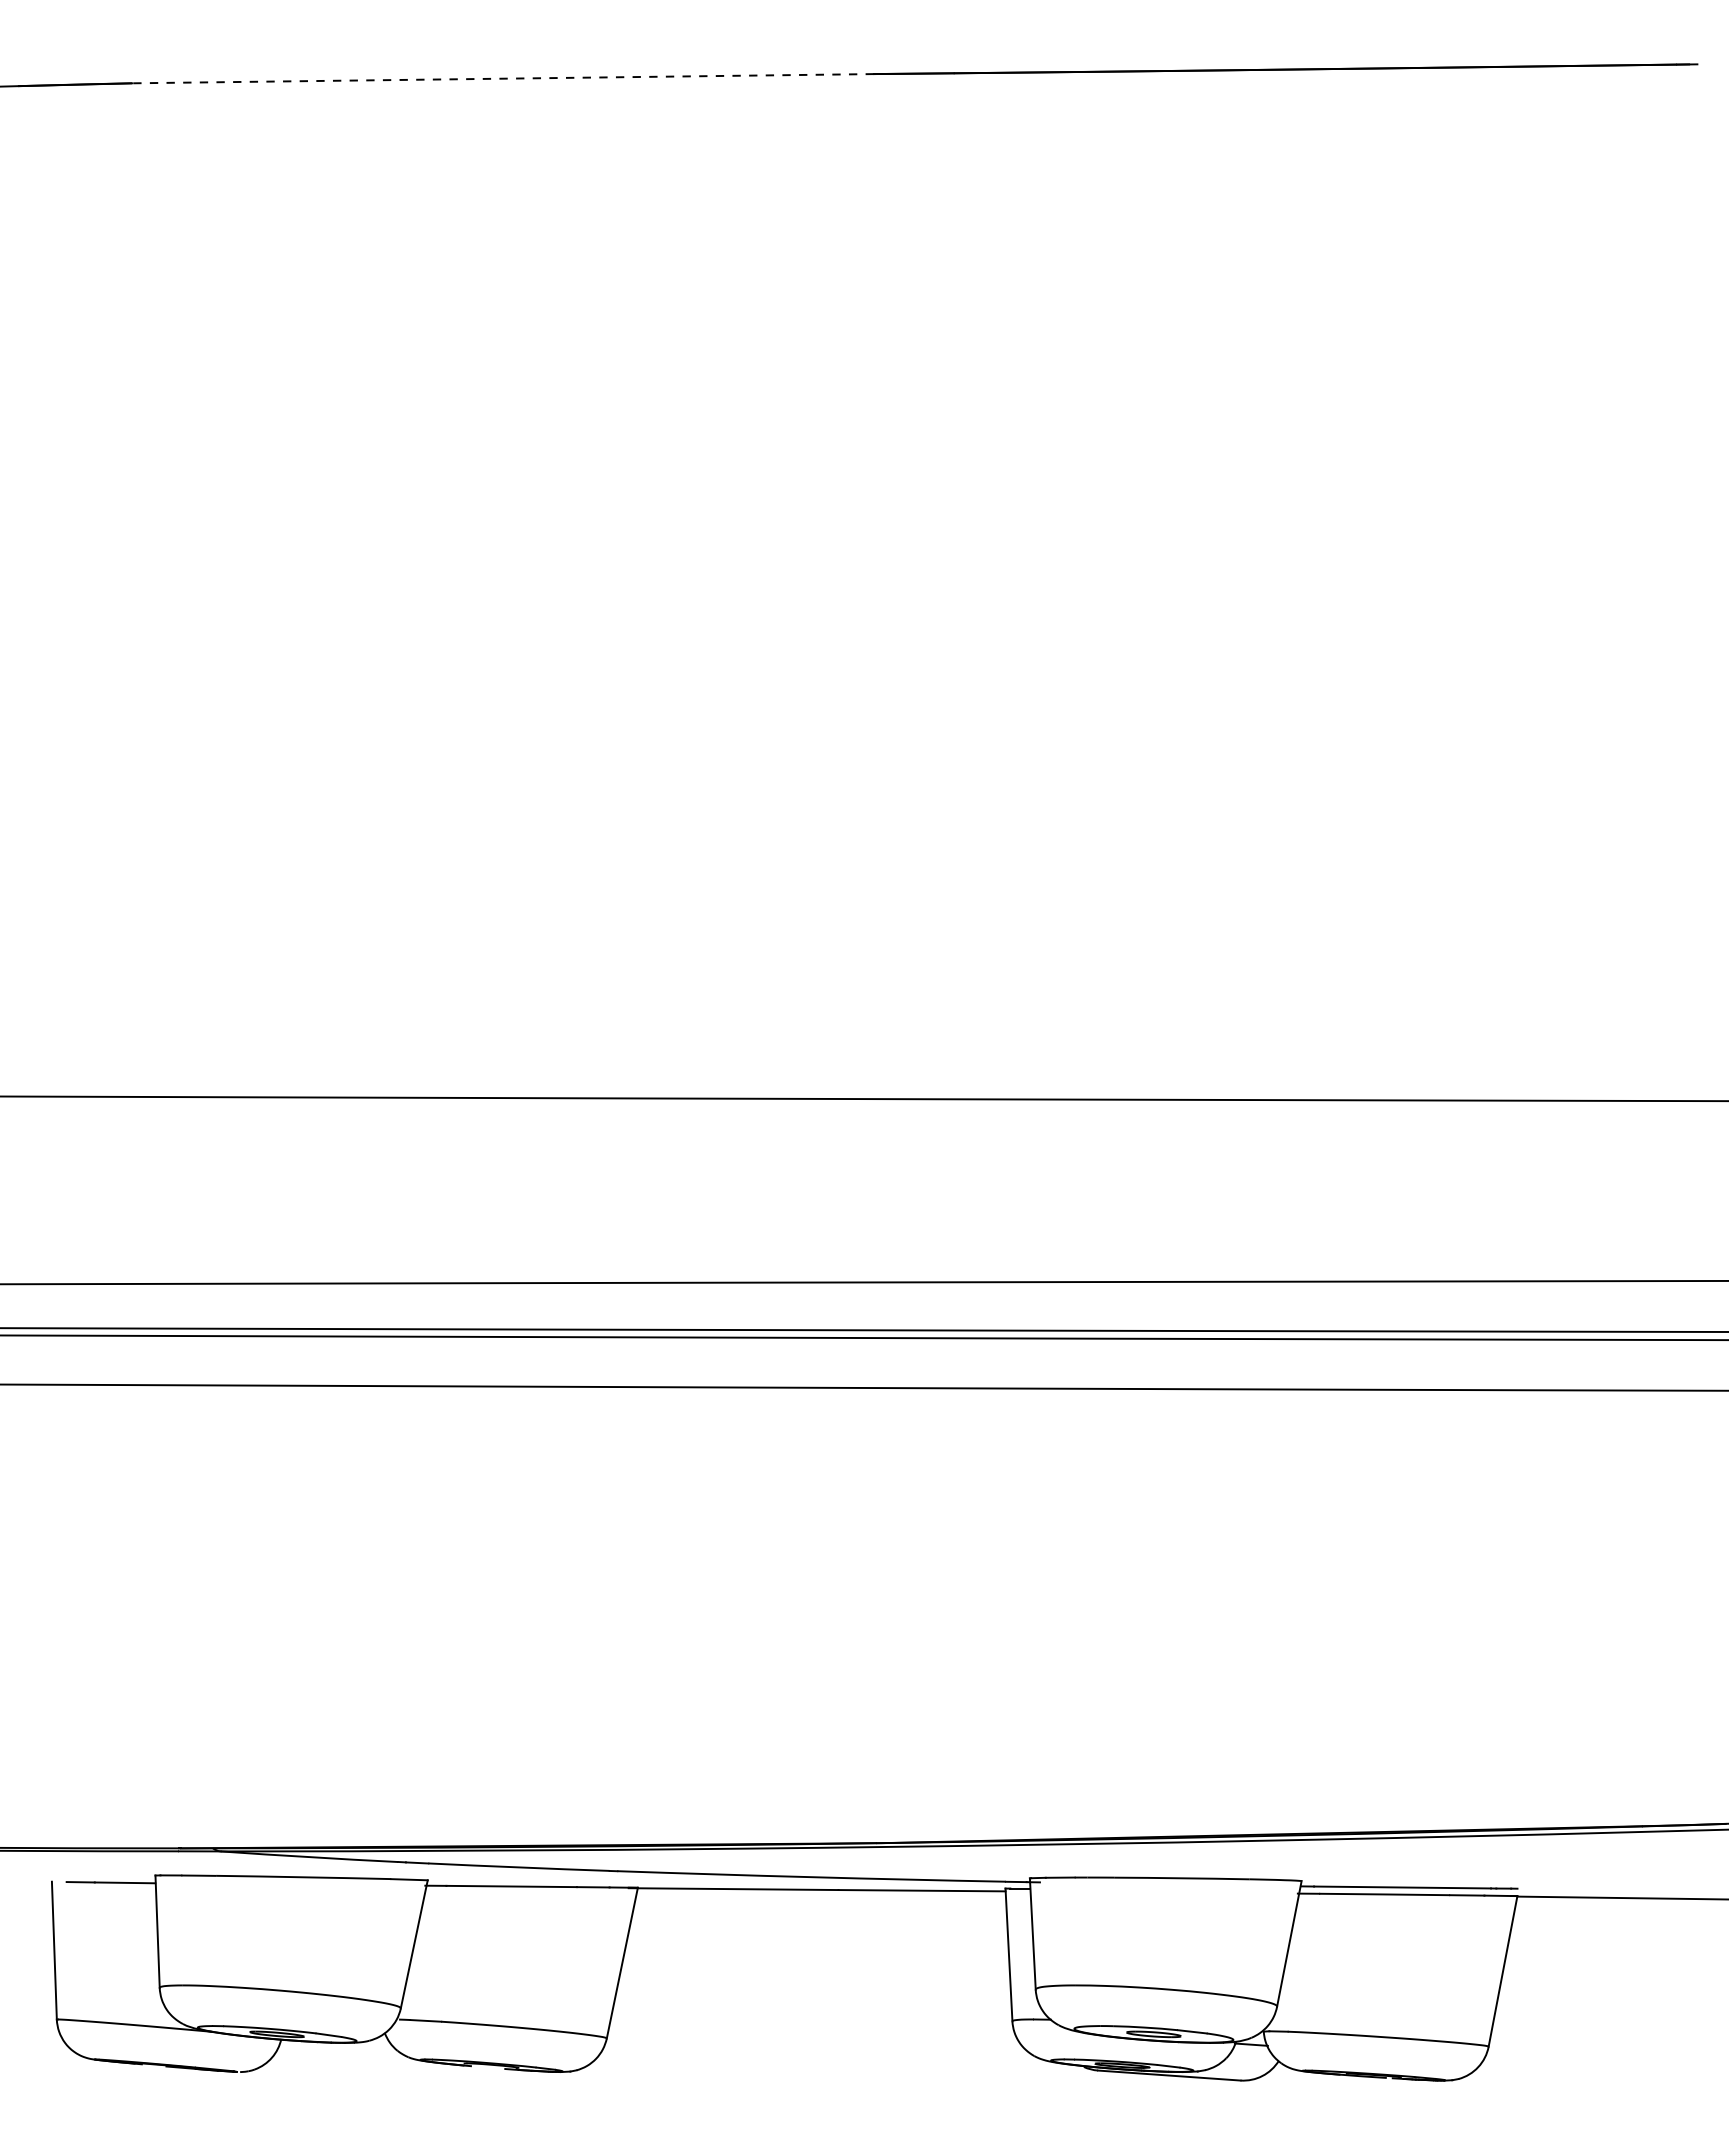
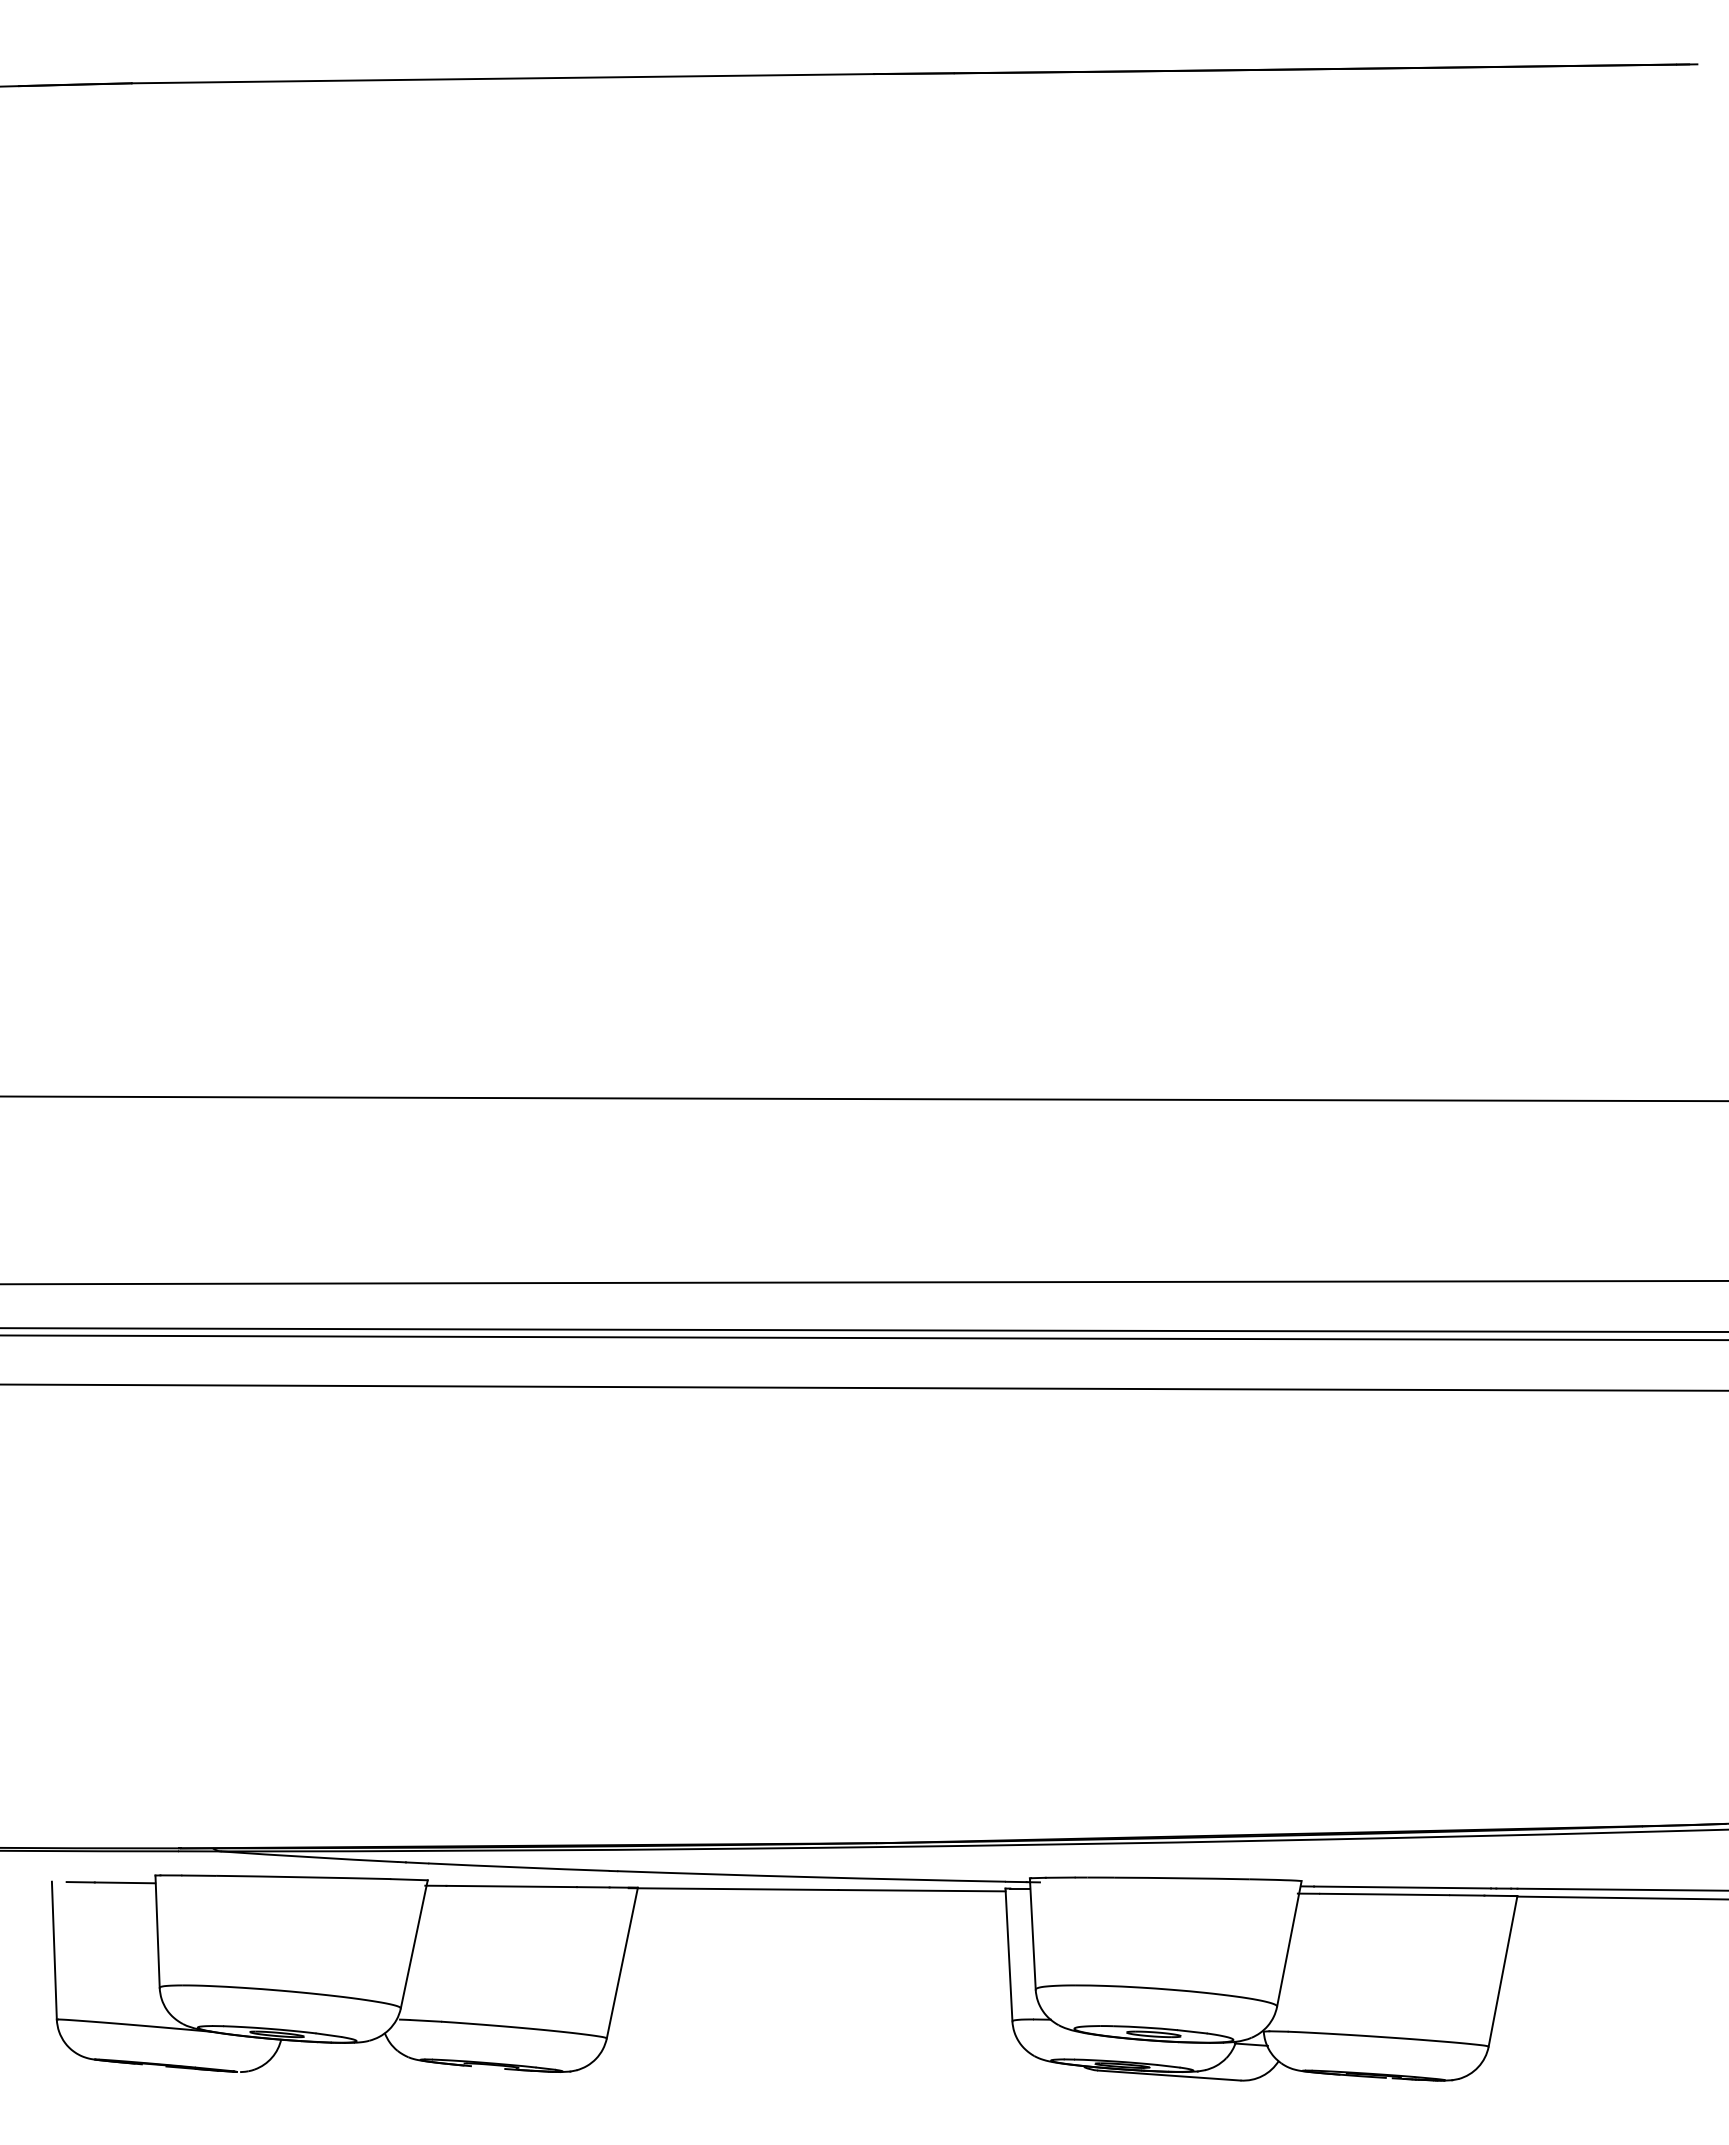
line at (502, 78): dashed -> solid
line at (1621, 1889): none -> present
